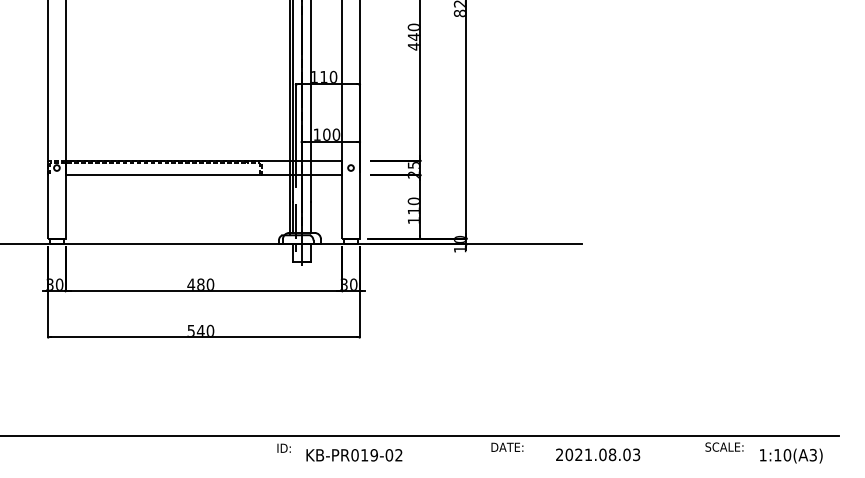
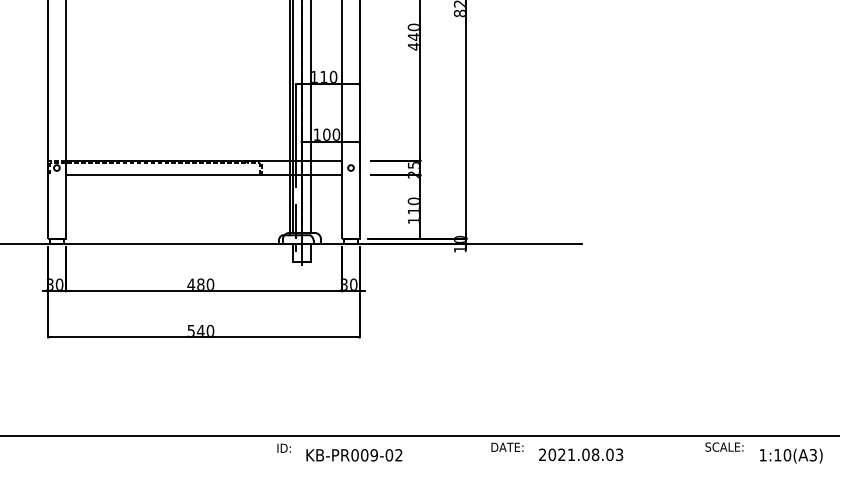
text at (598, 454) position: (598, 454) -> (581, 454)
text at (364, 455): KB-PR019-02 -> KB-PR009-02
